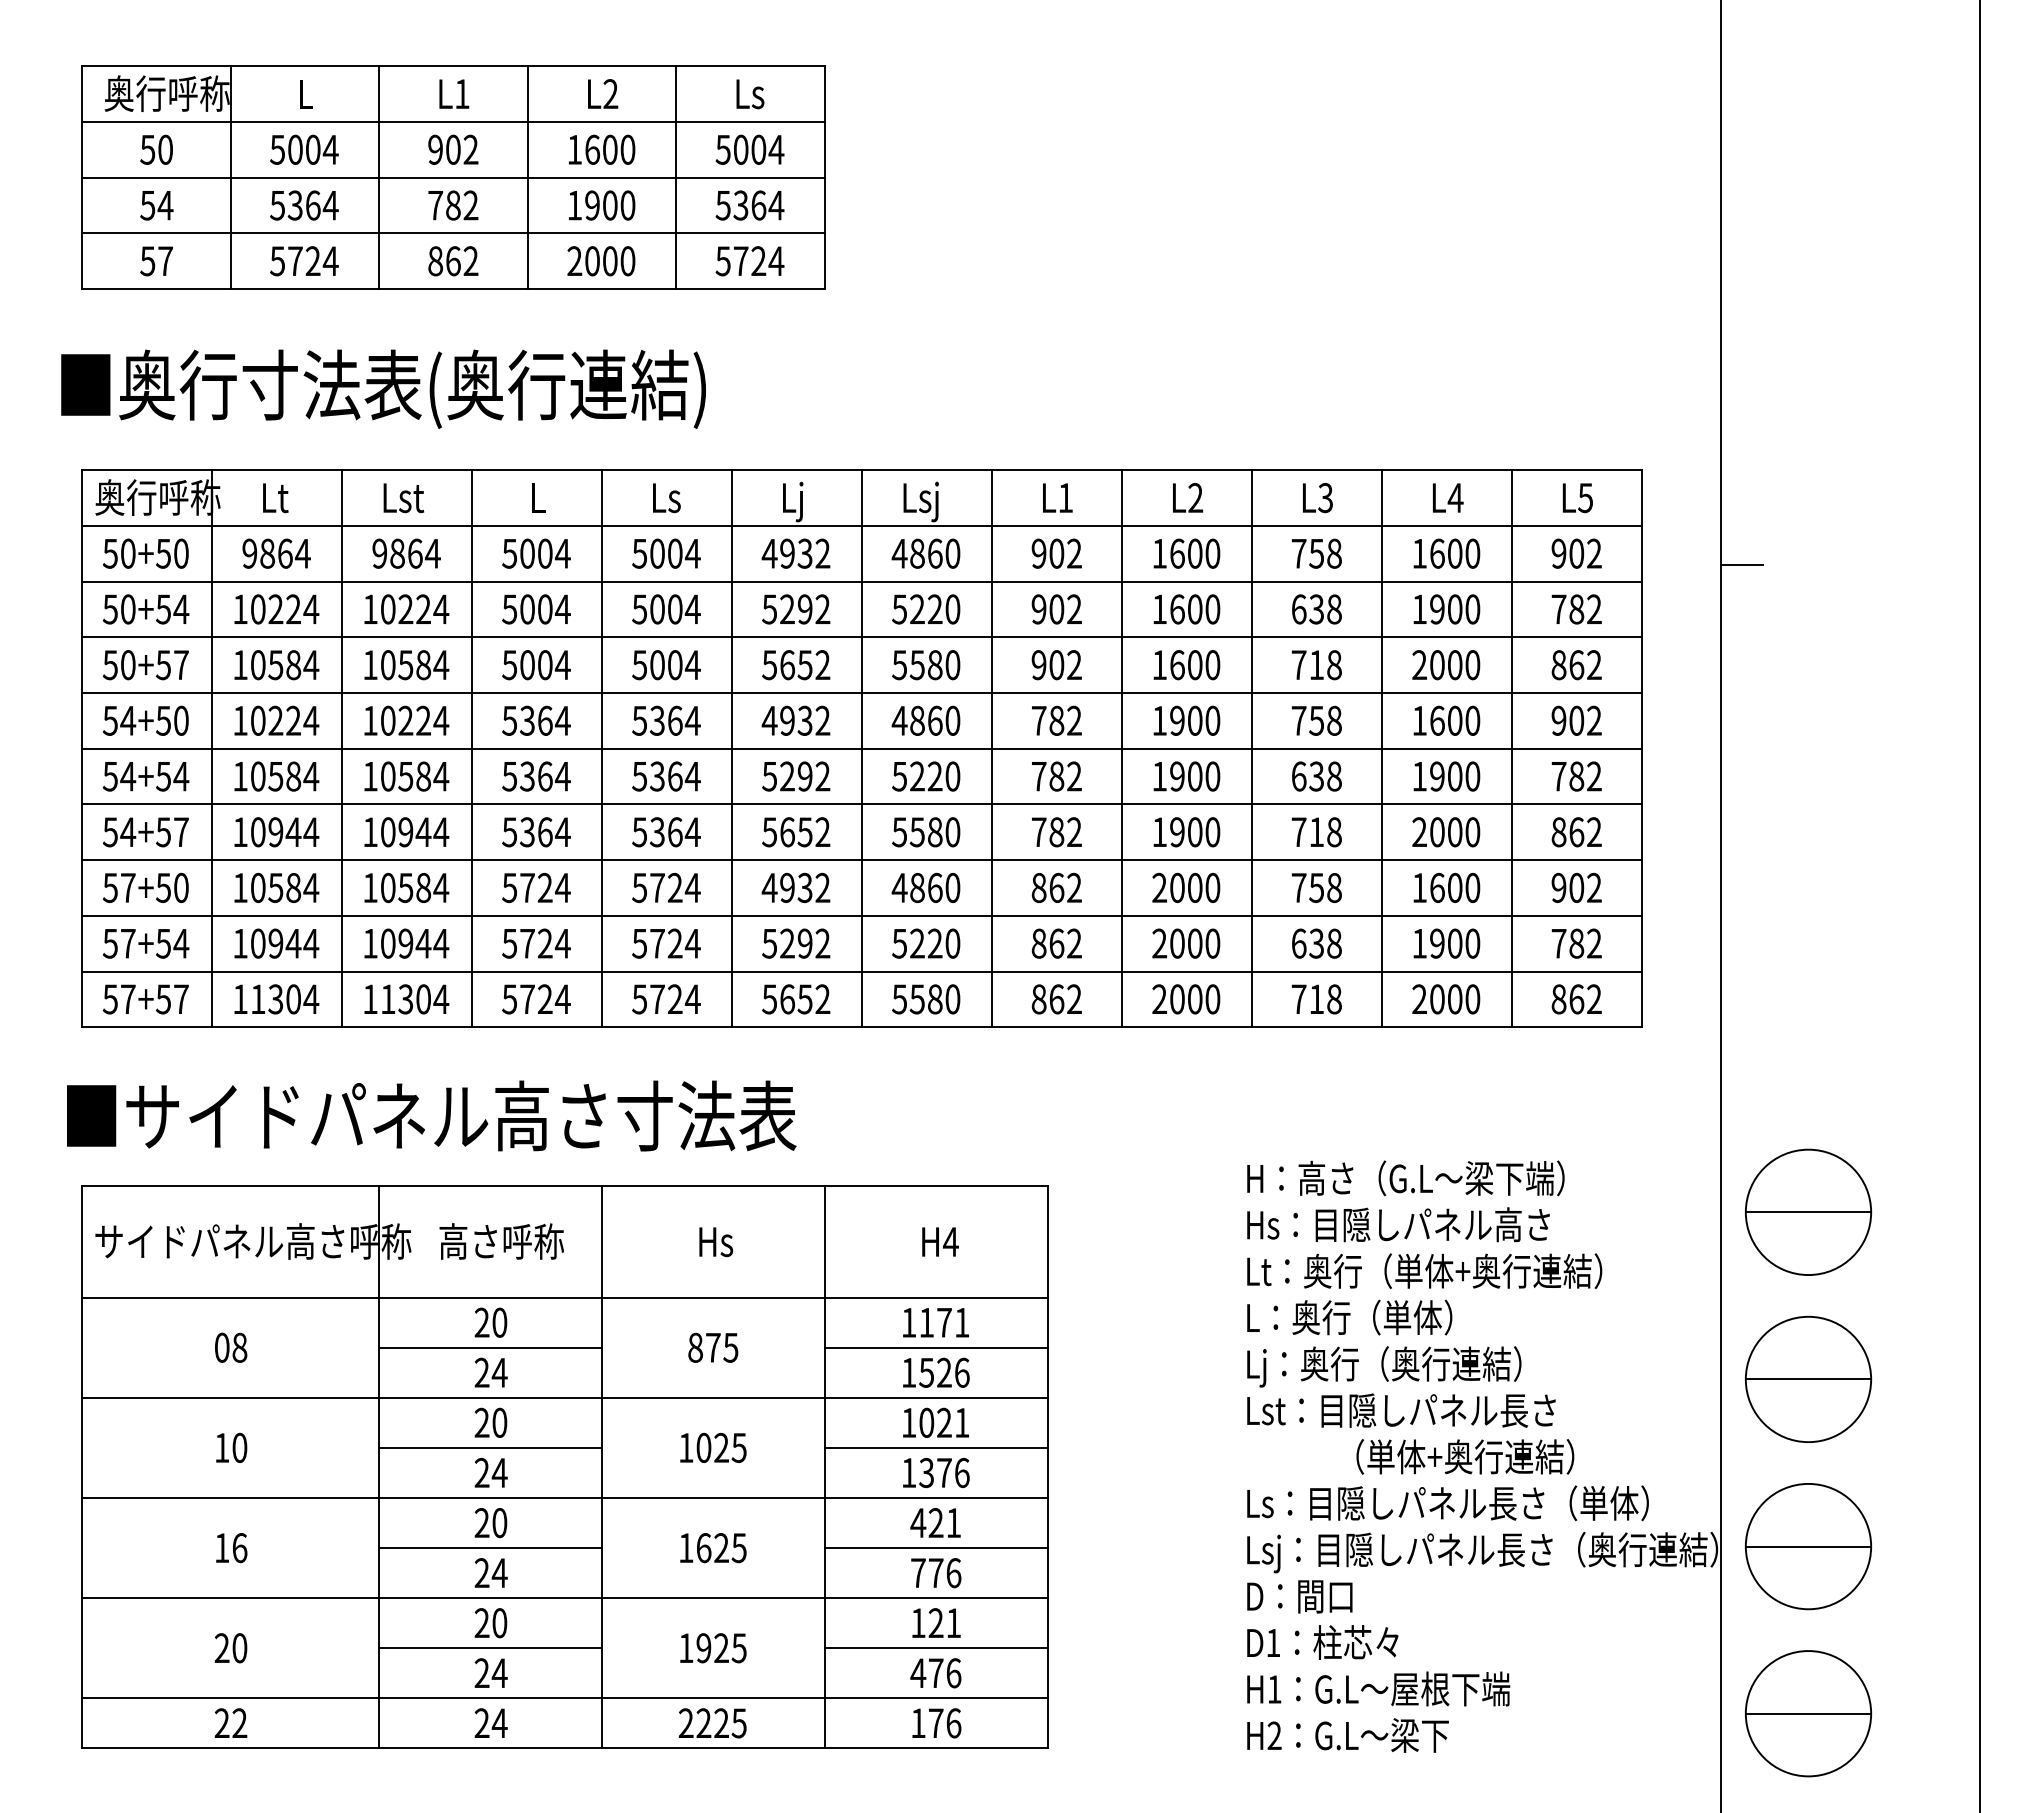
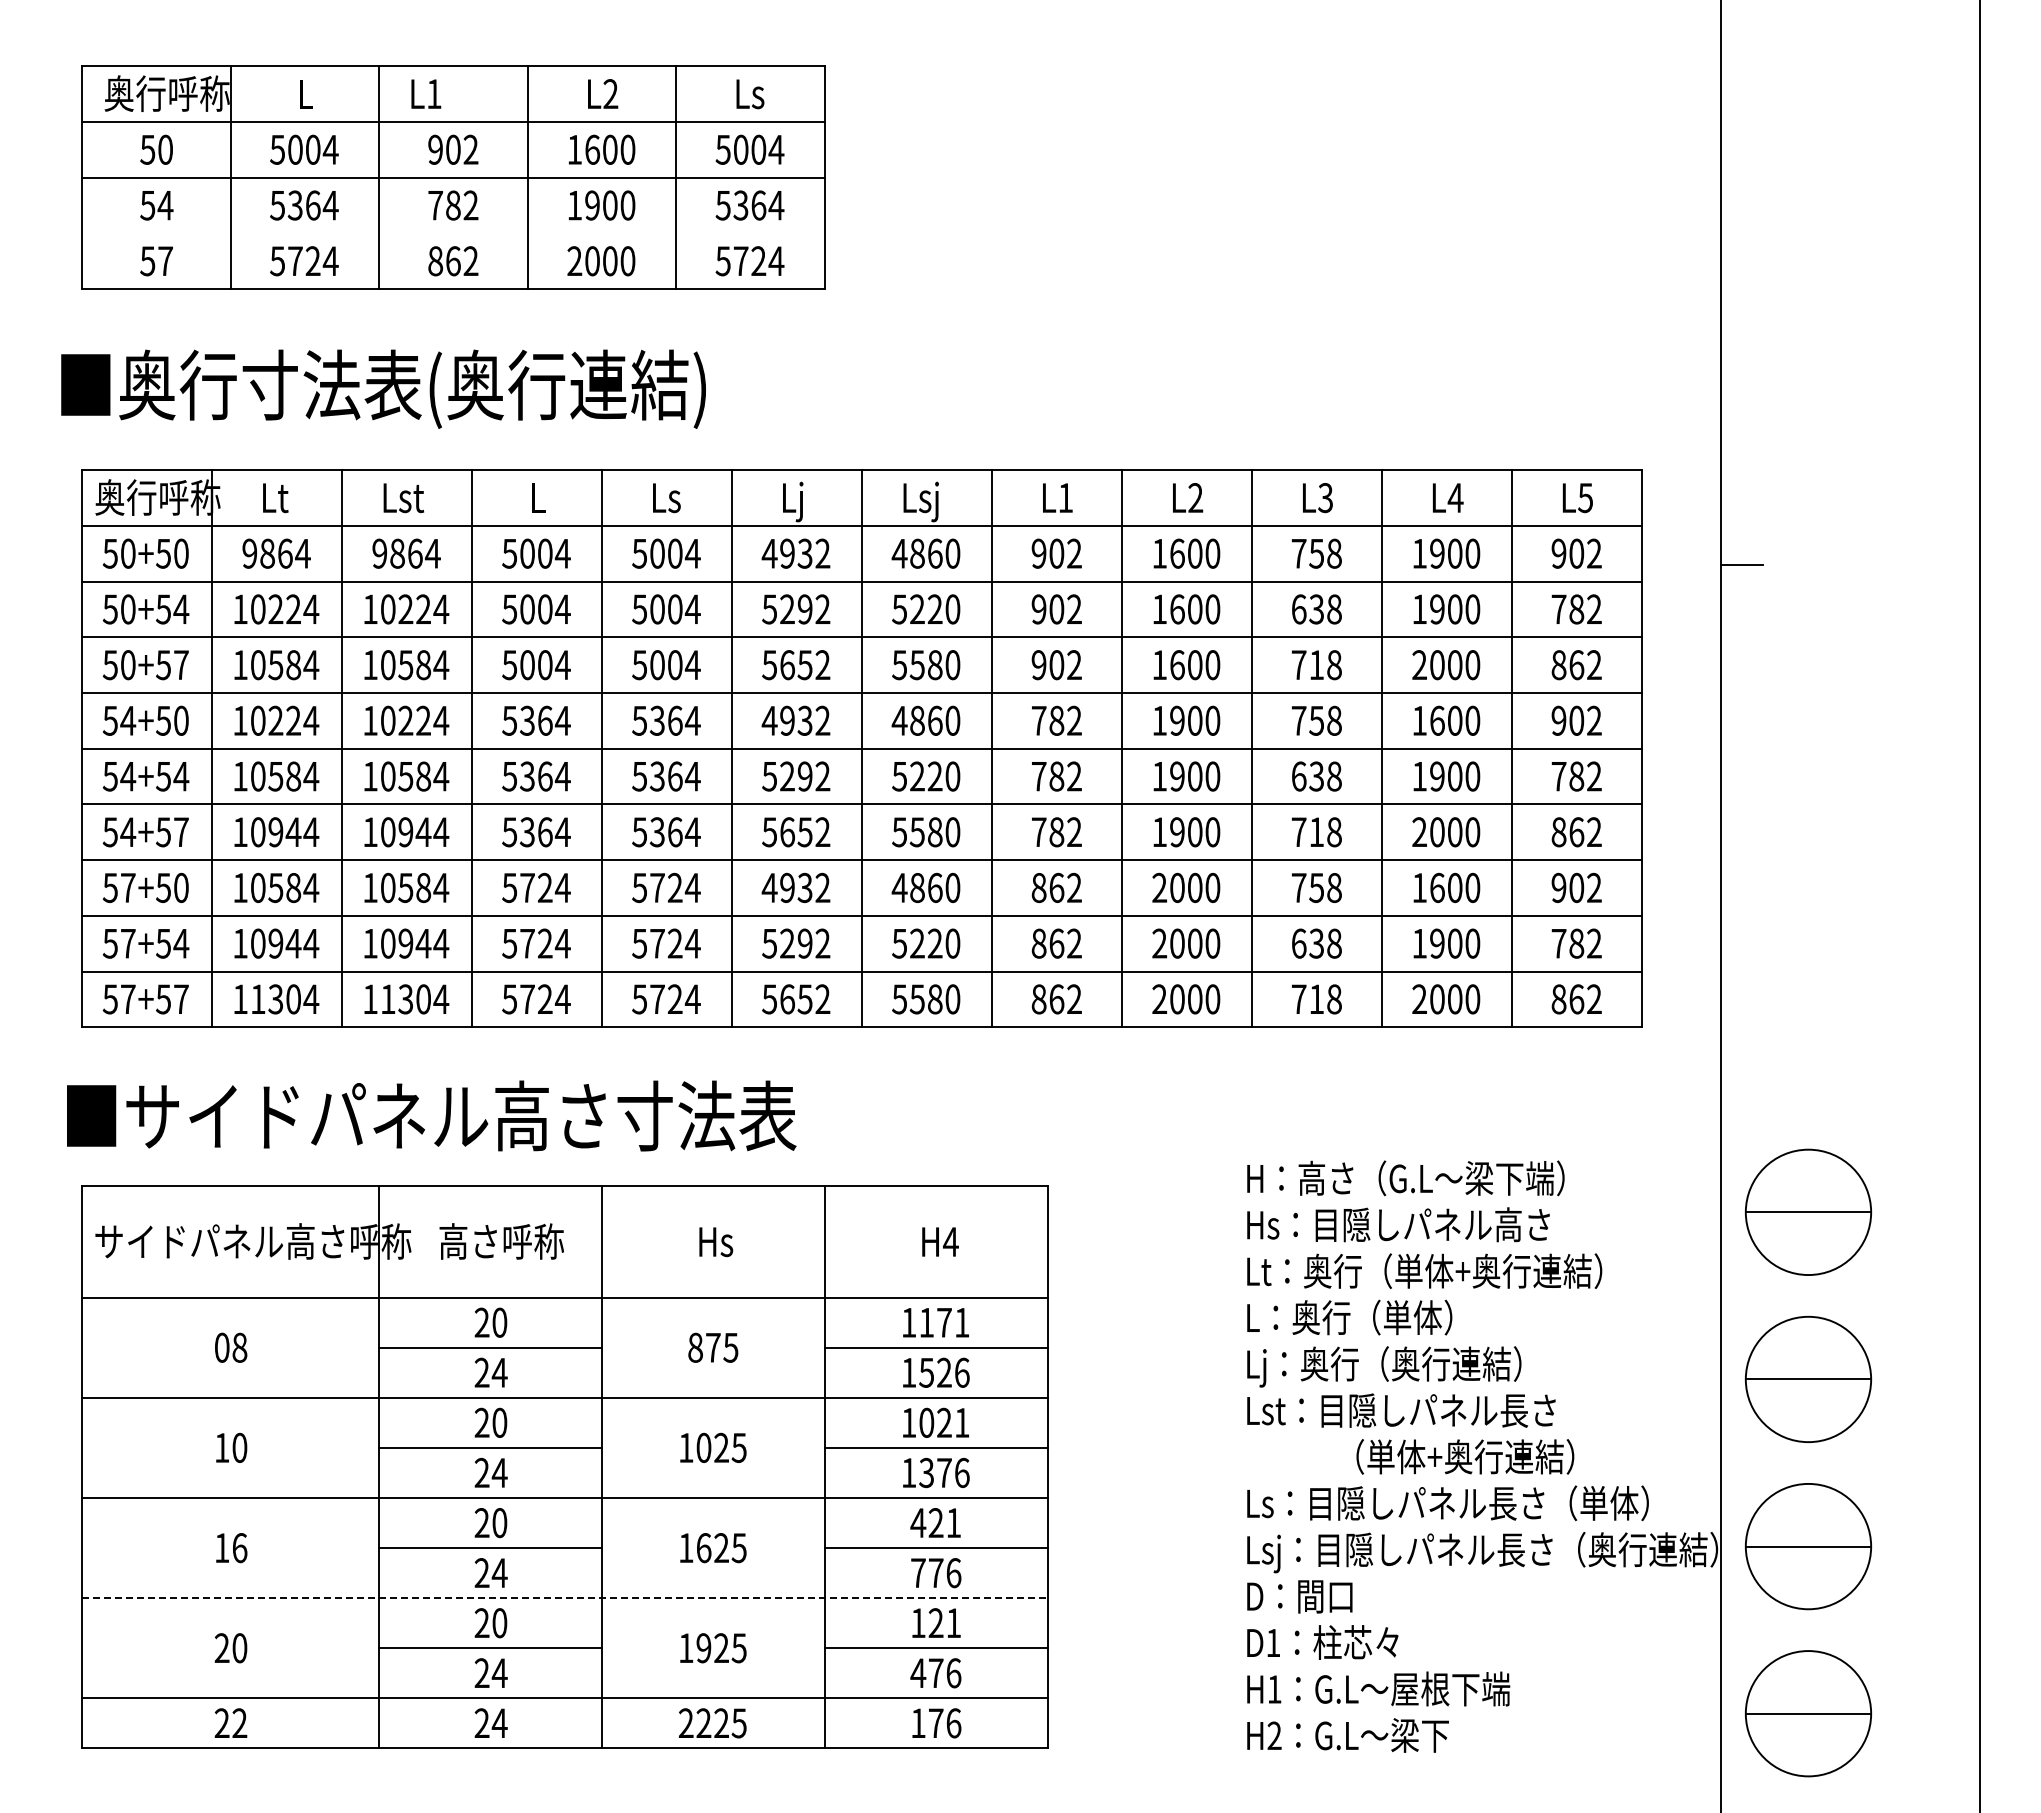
text at (454, 93) position: (454, 93) -> (426, 93)
line at (453, 233): present -> none
text at (1437, 553): 1600 -> 1900
line at (564, 1598): solid -> dashed
